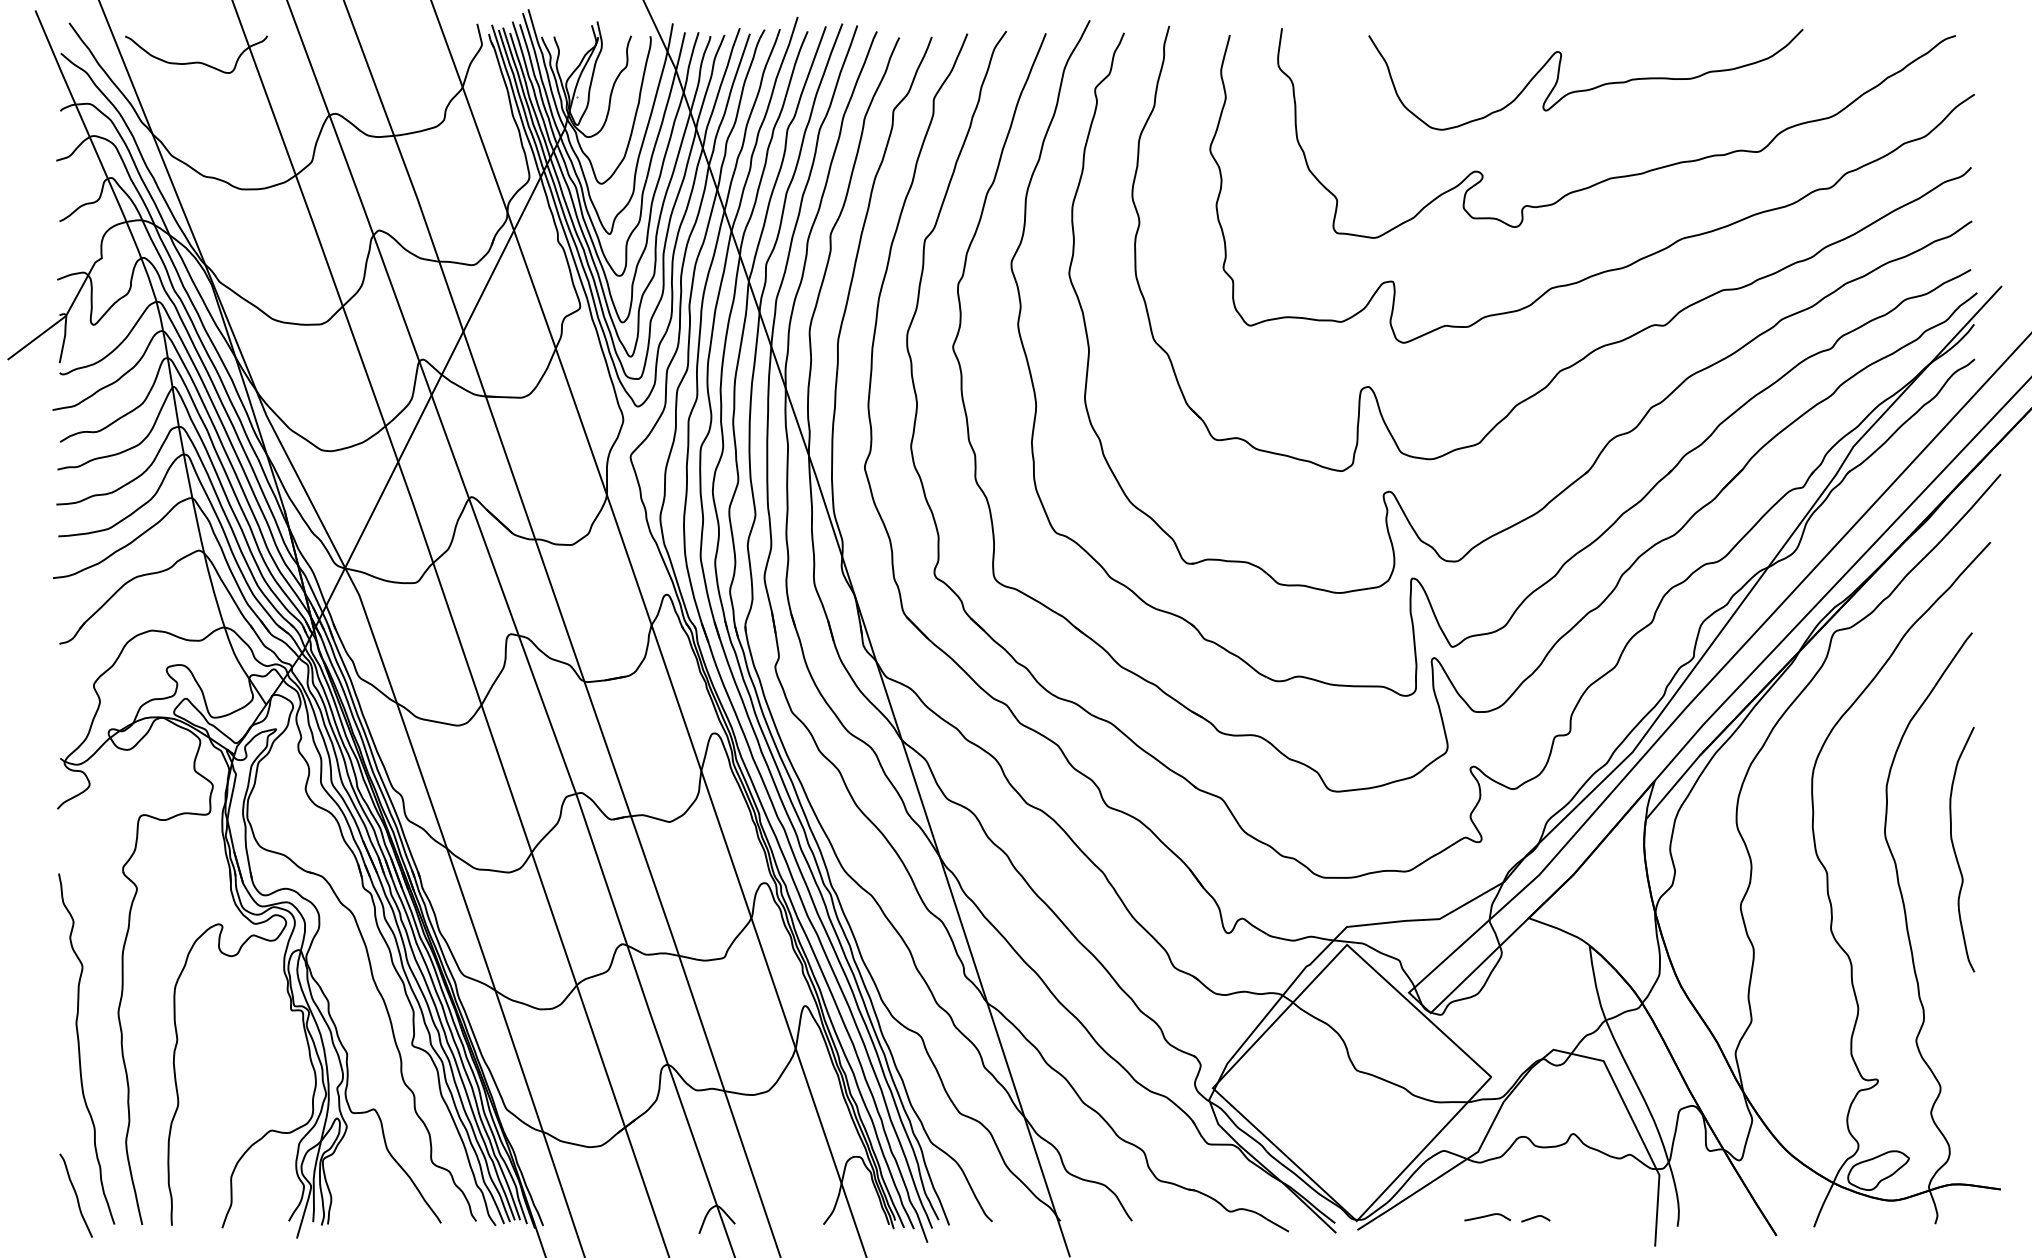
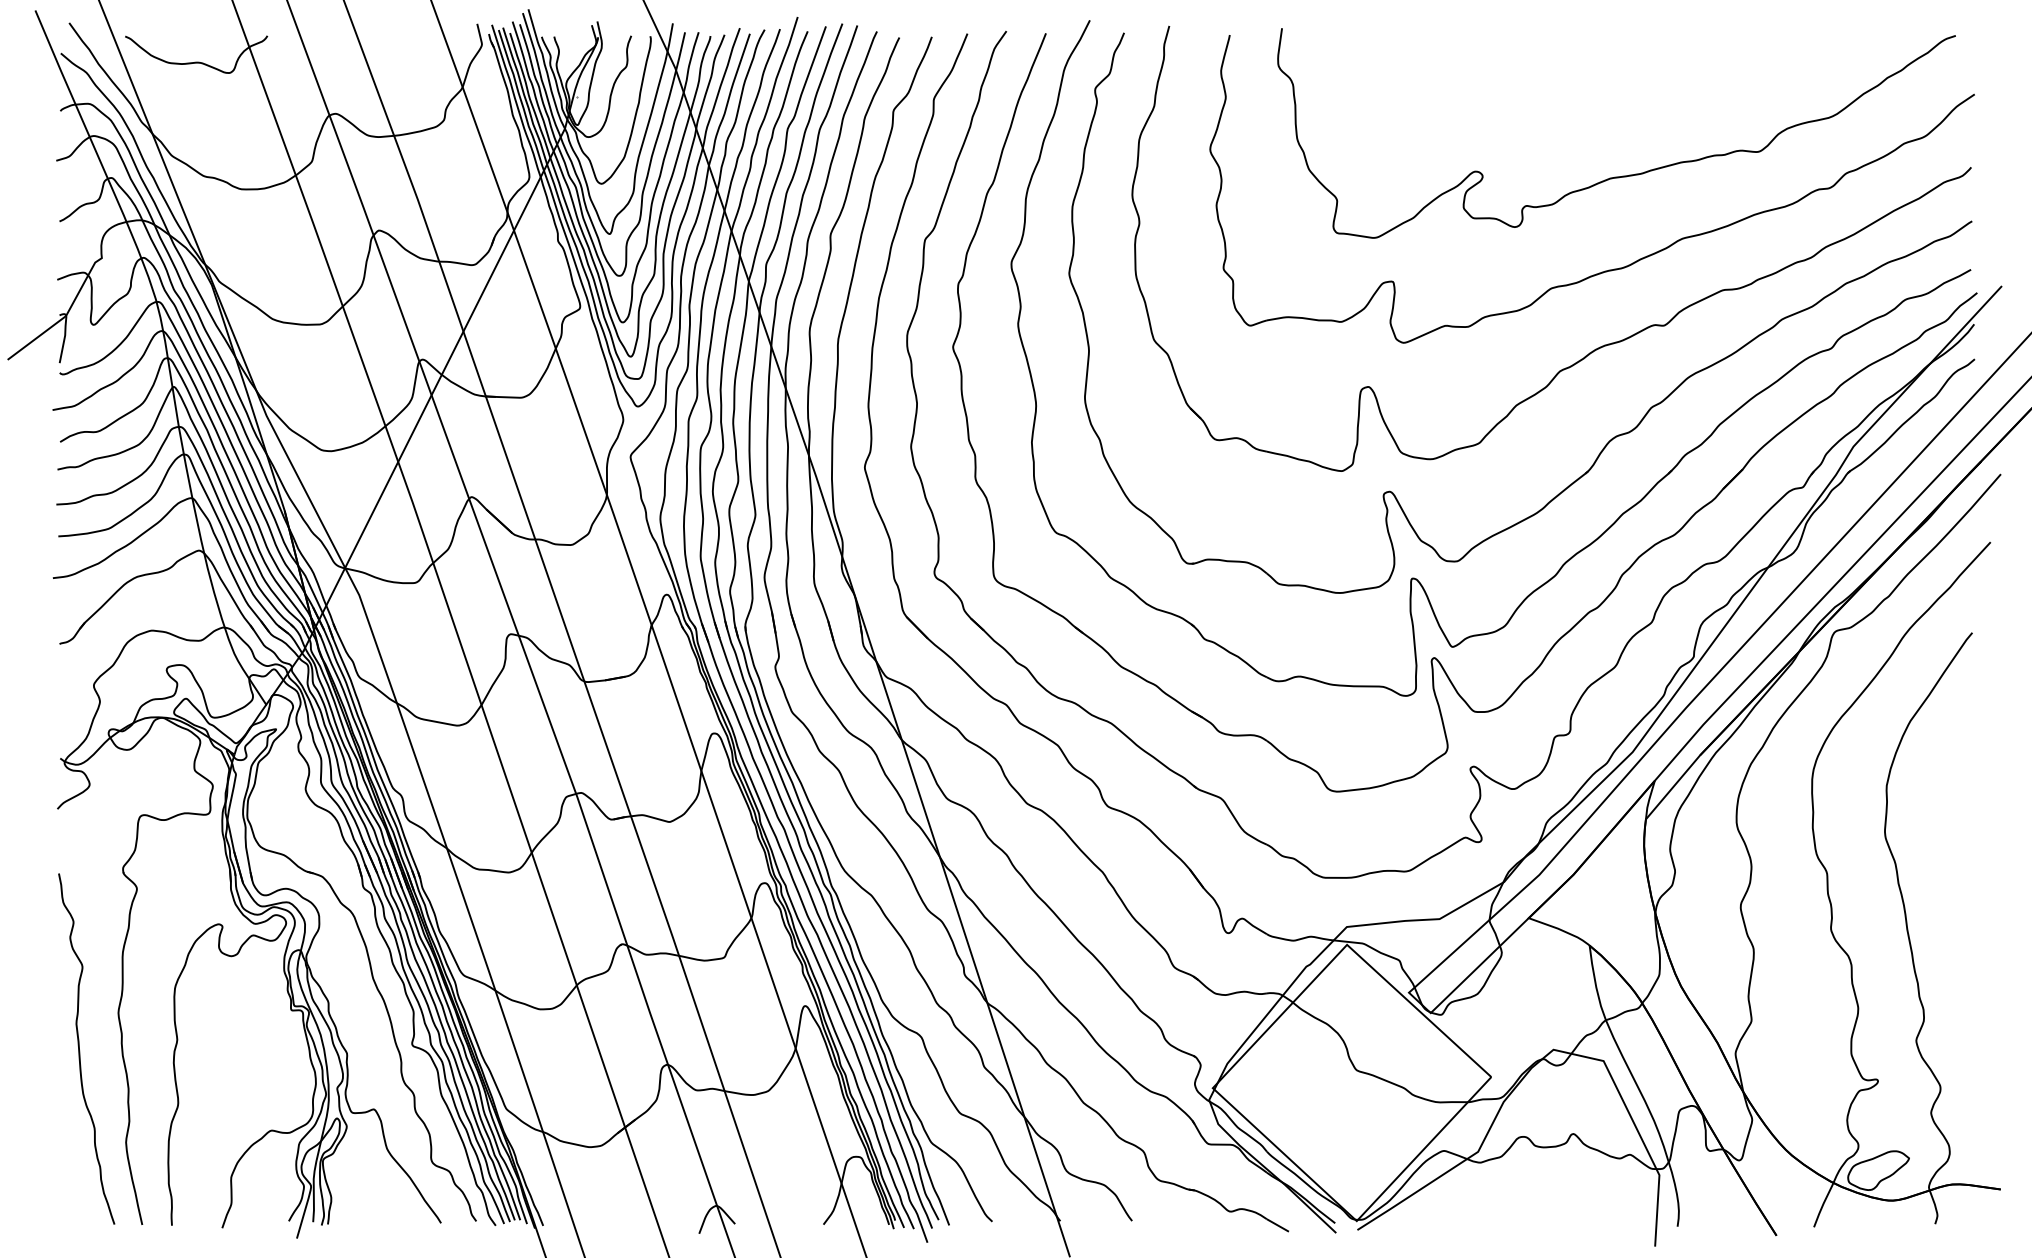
curve at (1589, 88): present -> none
curve at (1955, 850): present -> none
curve at (75, 1195): present -> none
curve at (1487, 1216): present -> none
curve at (1535, 1217): present -> none
